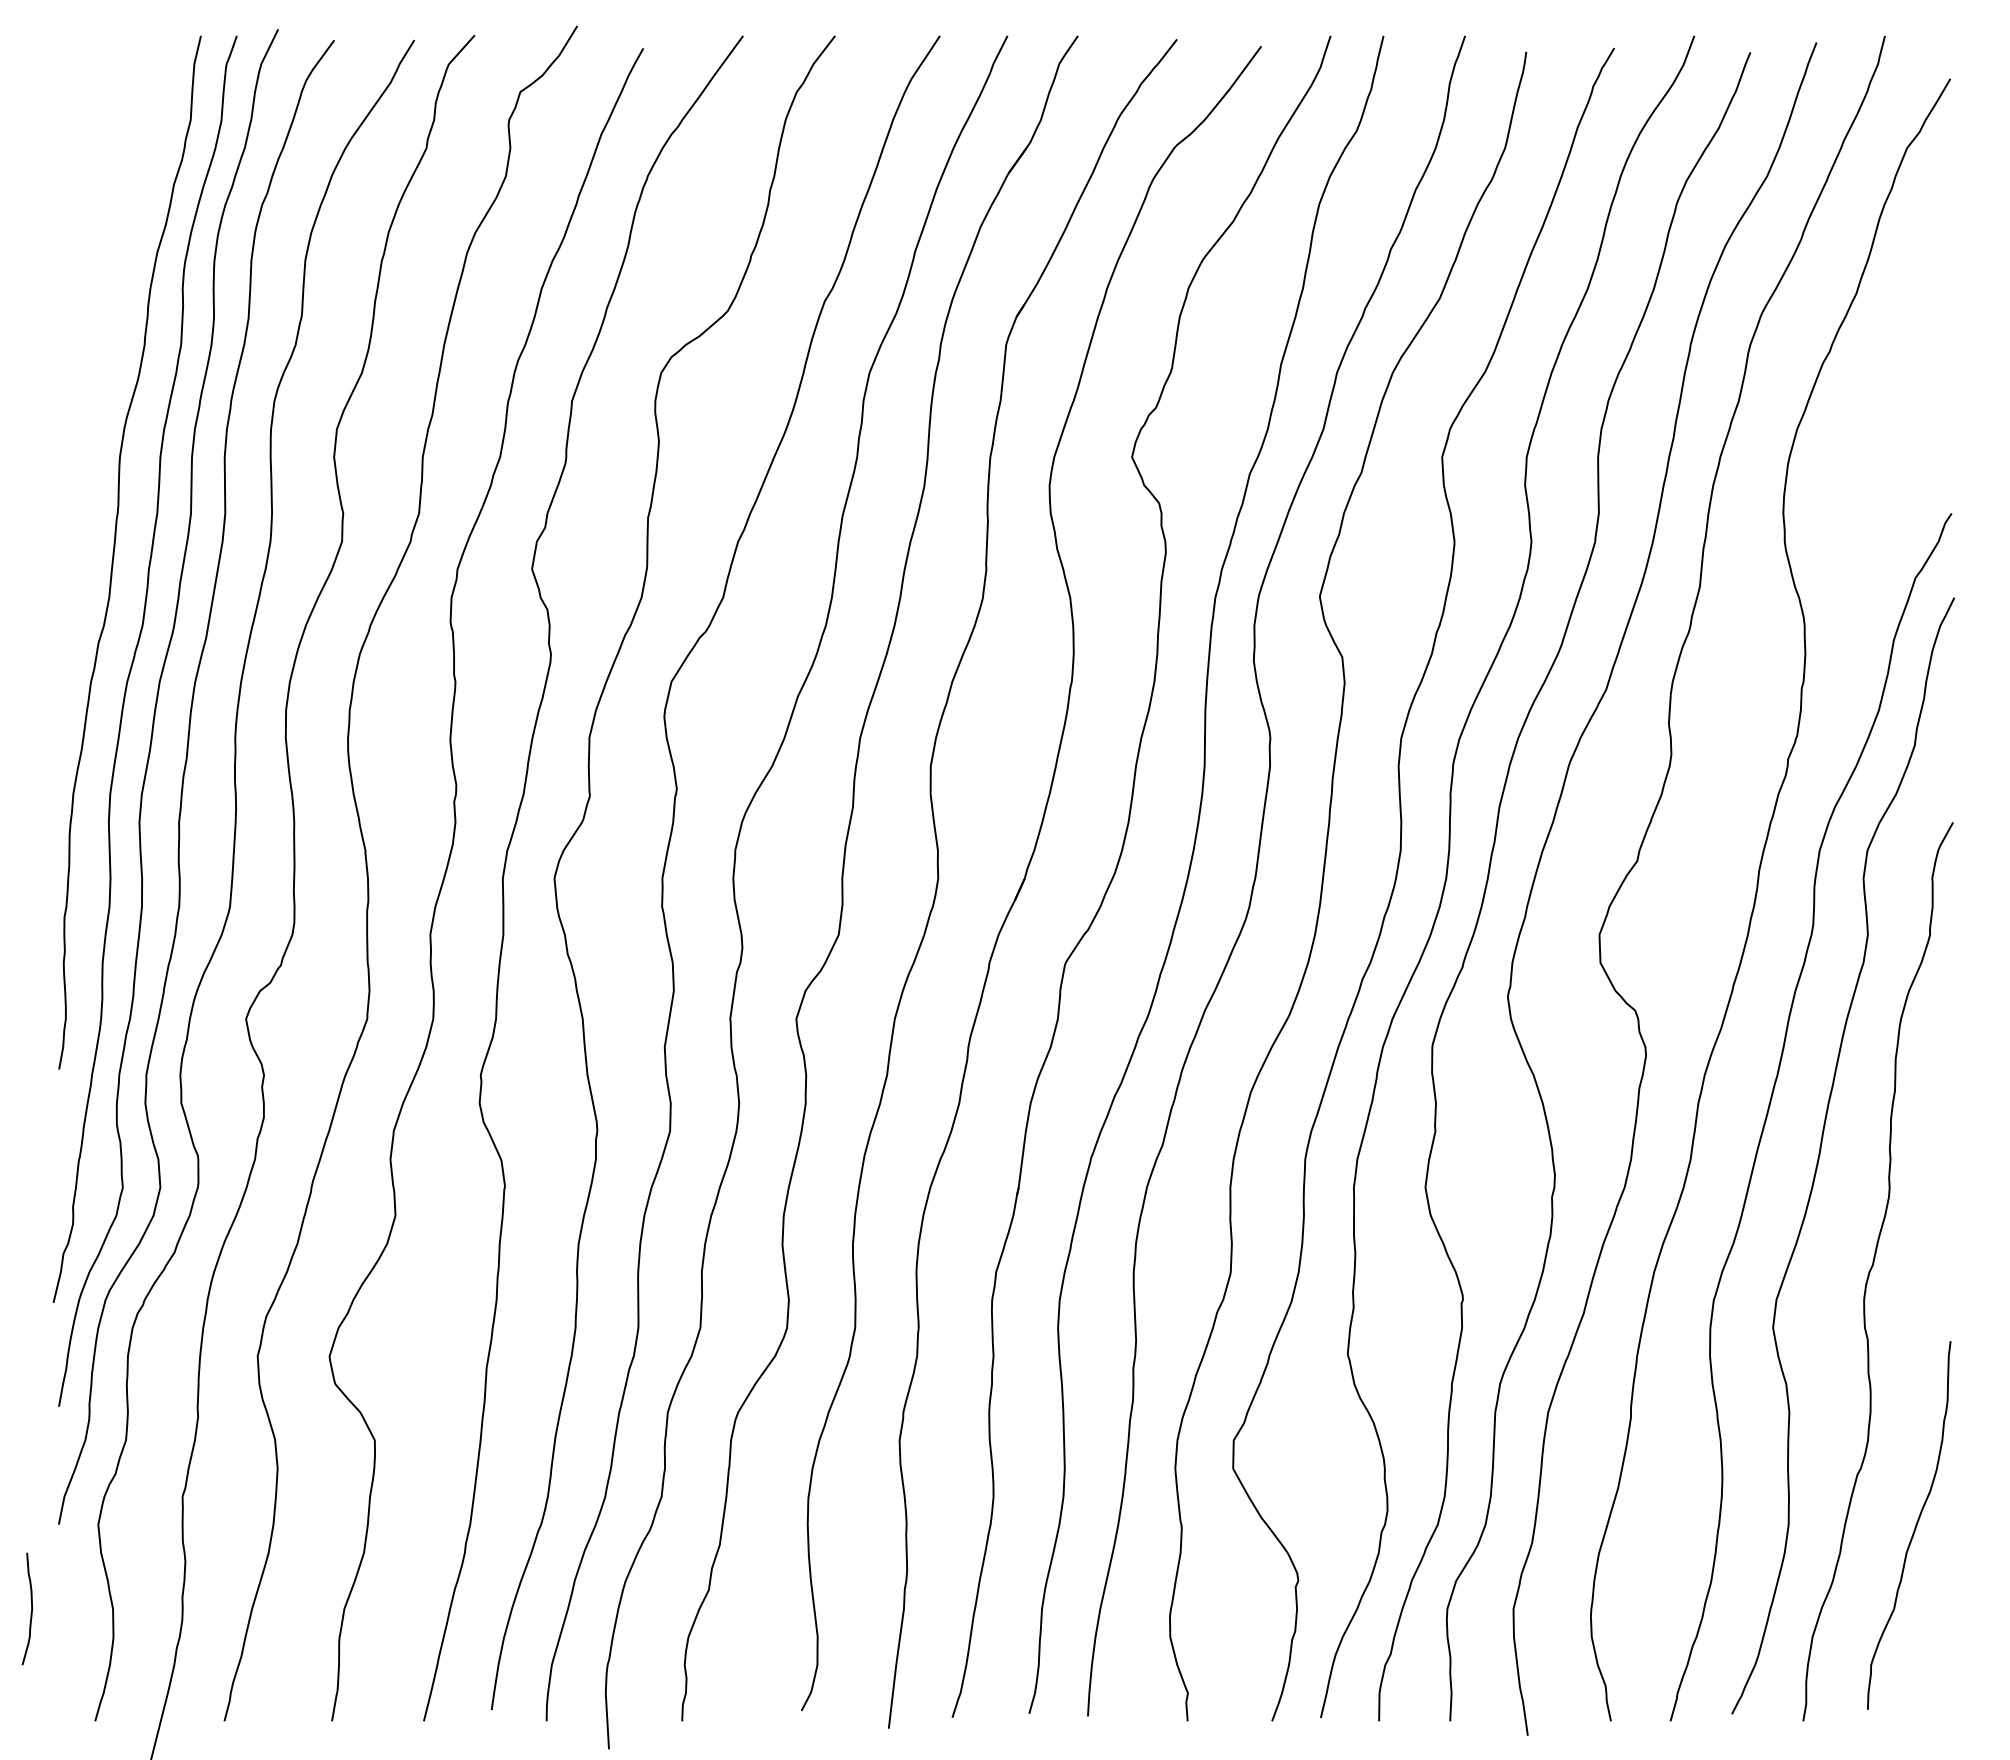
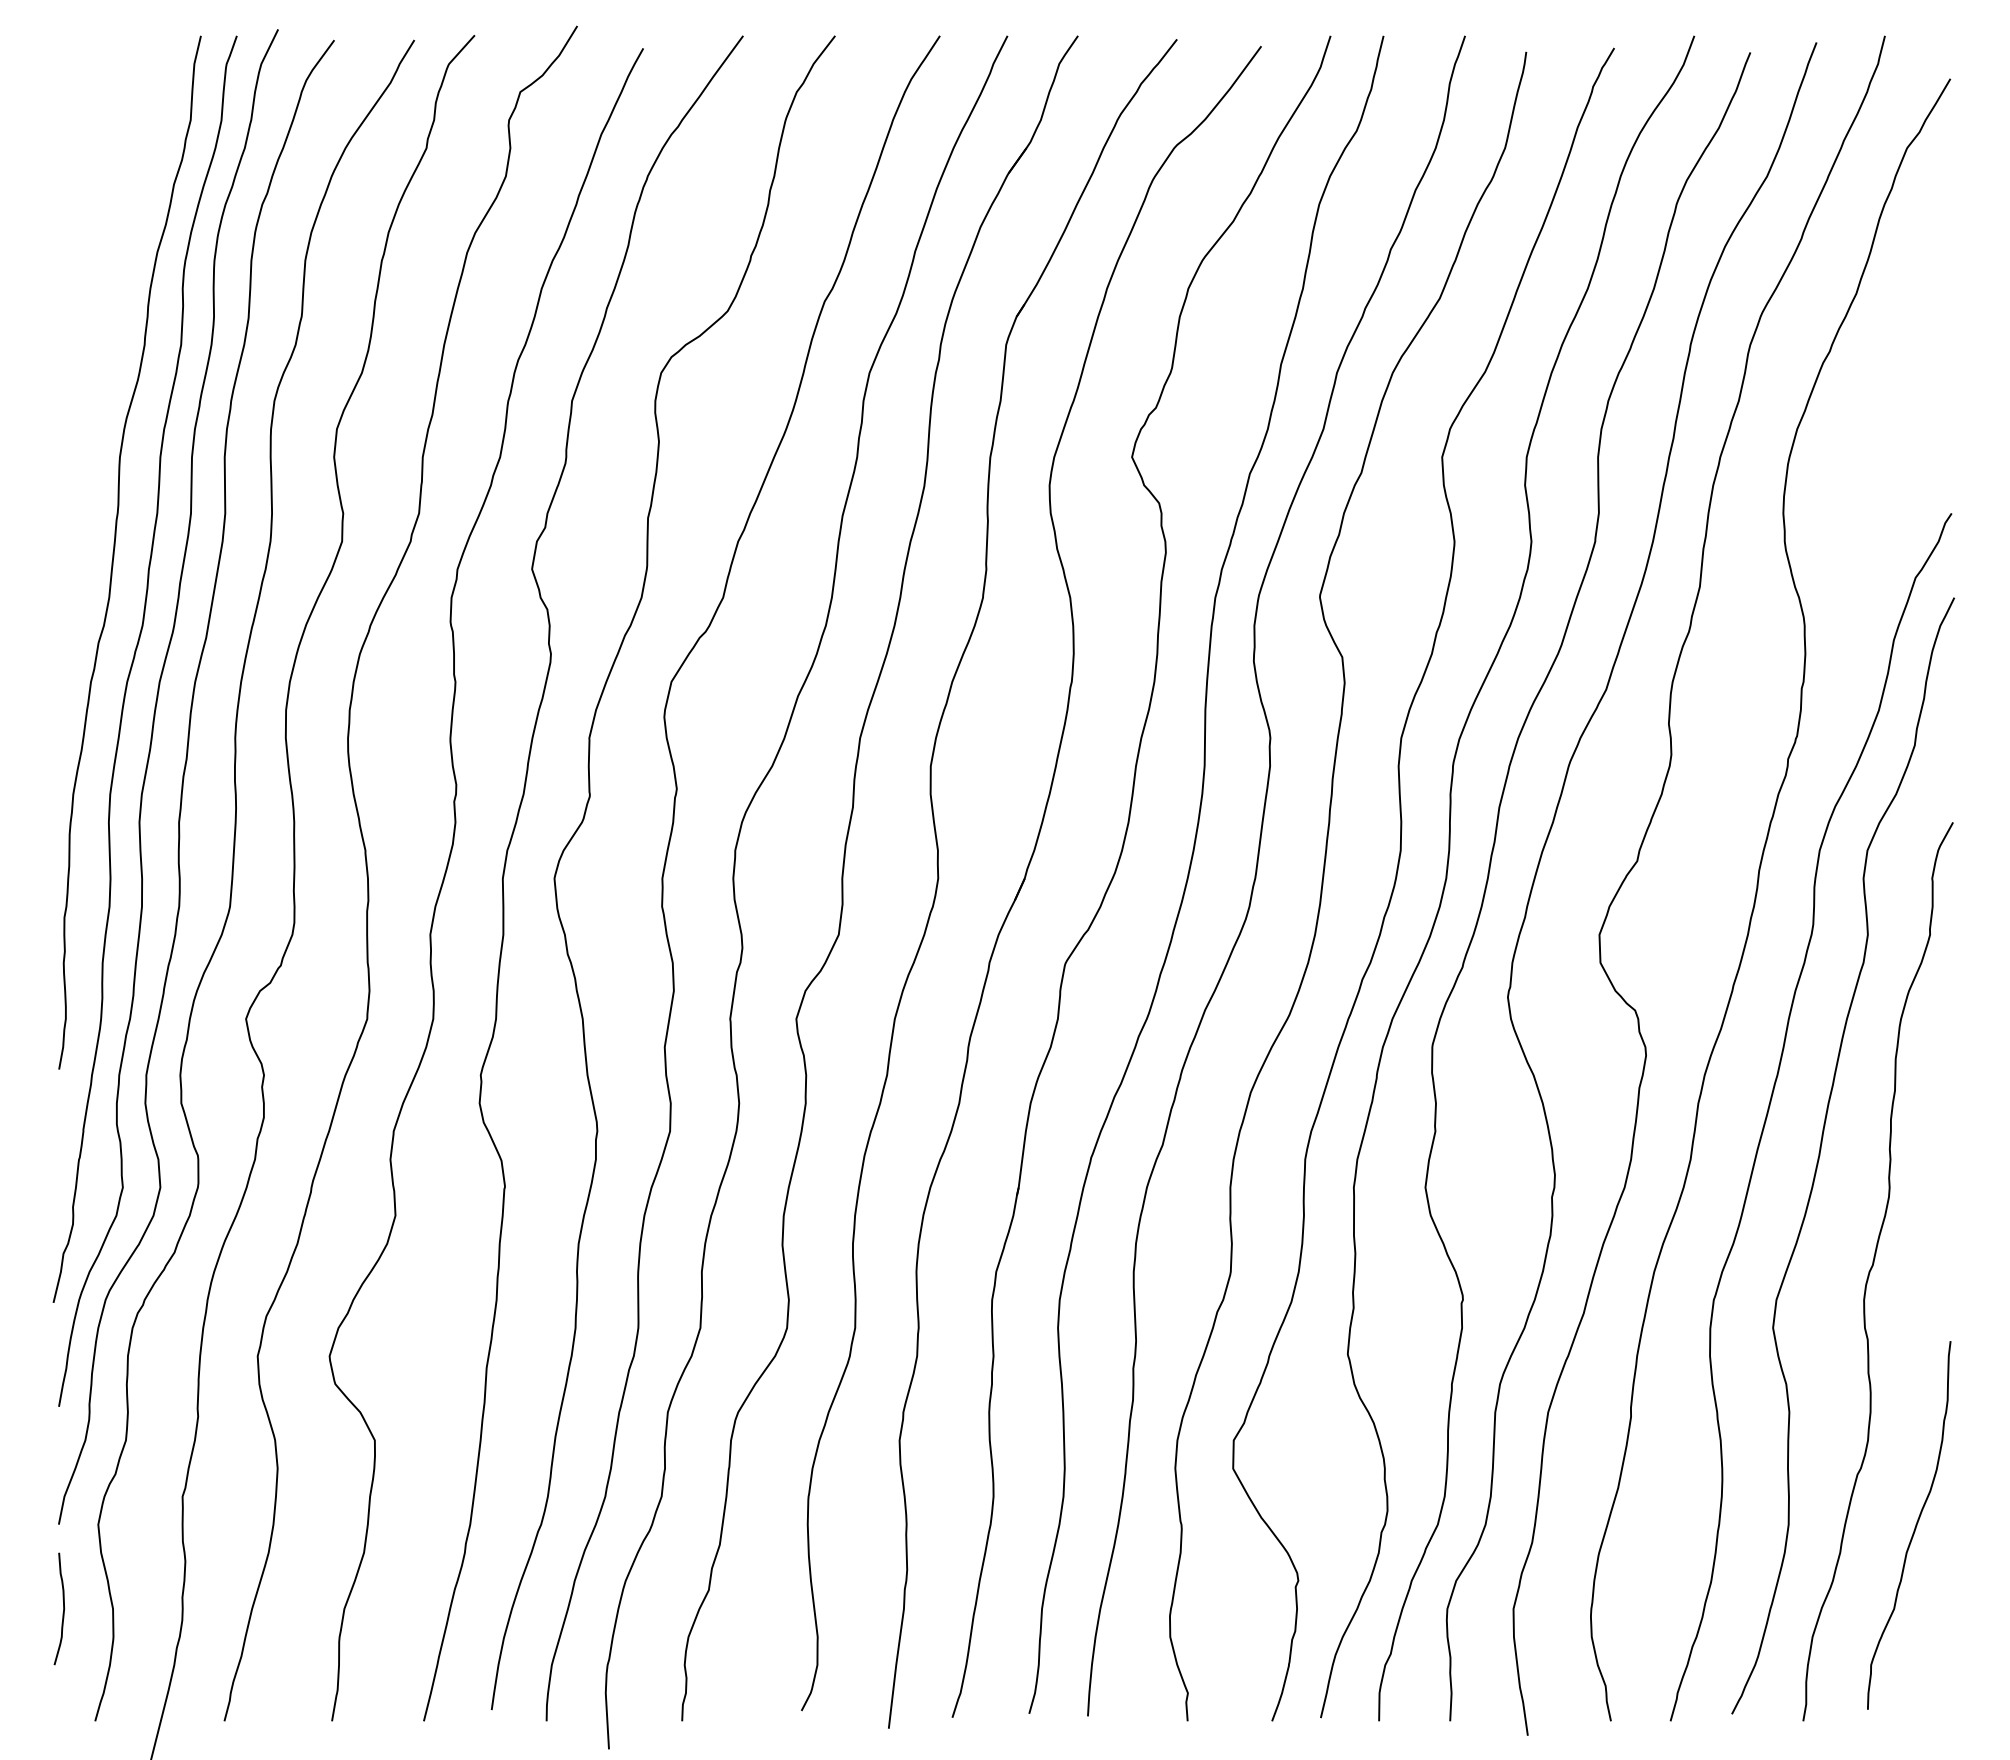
curve at (31, 1608) position: (31, 1608) -> (63, 1608)
